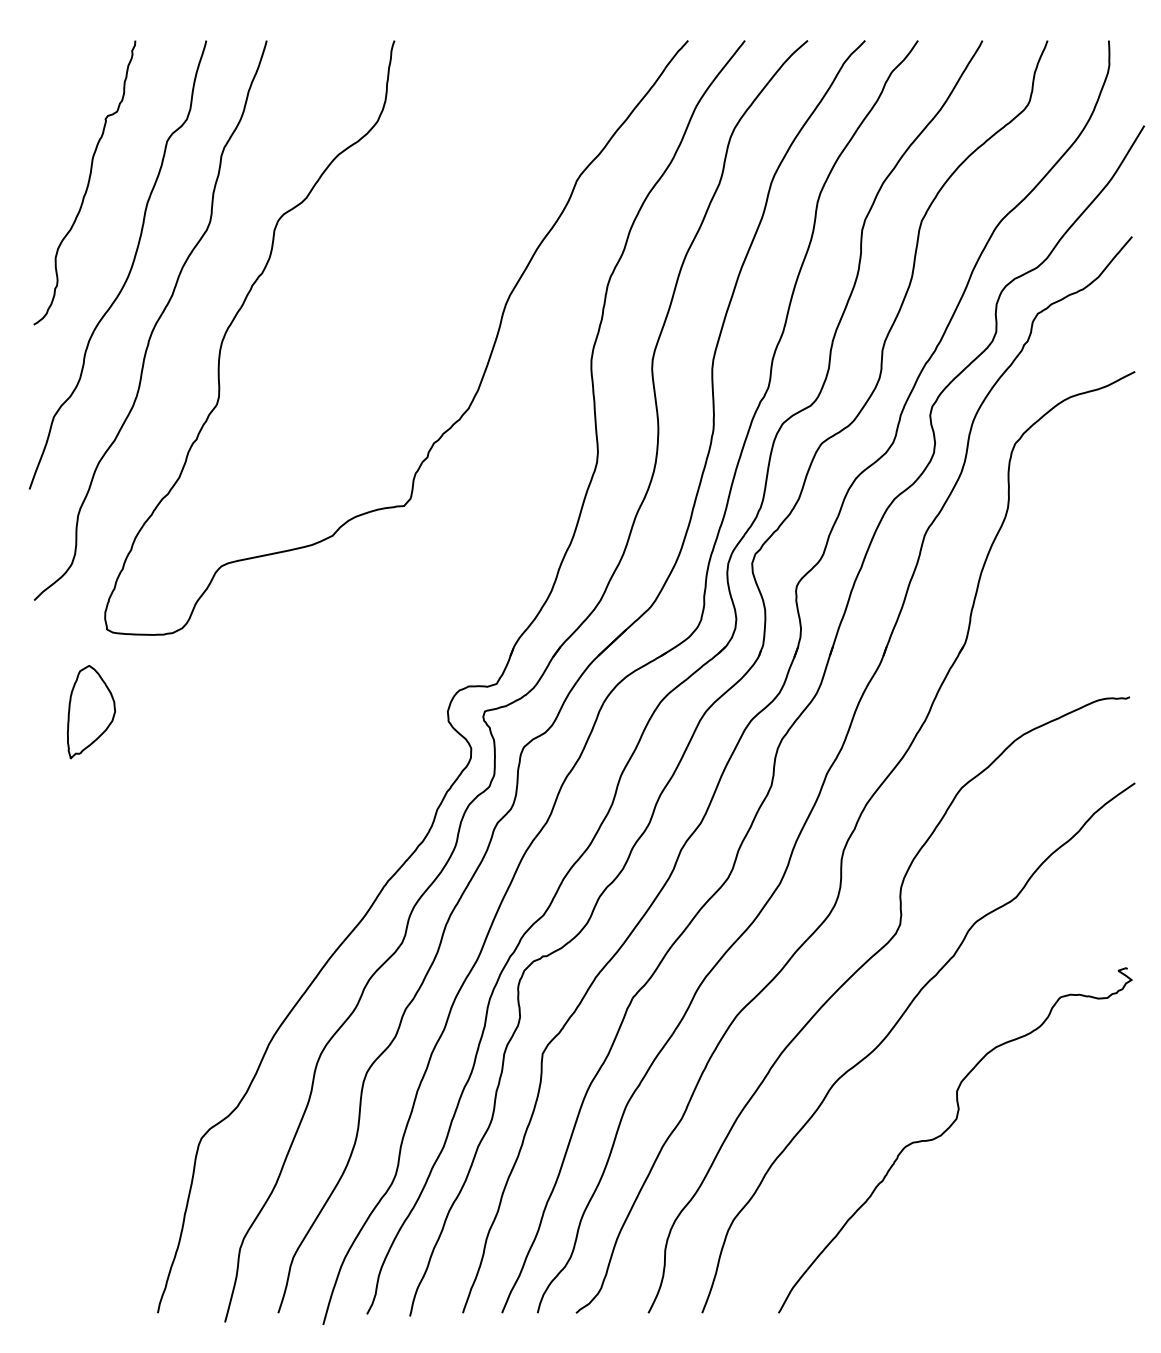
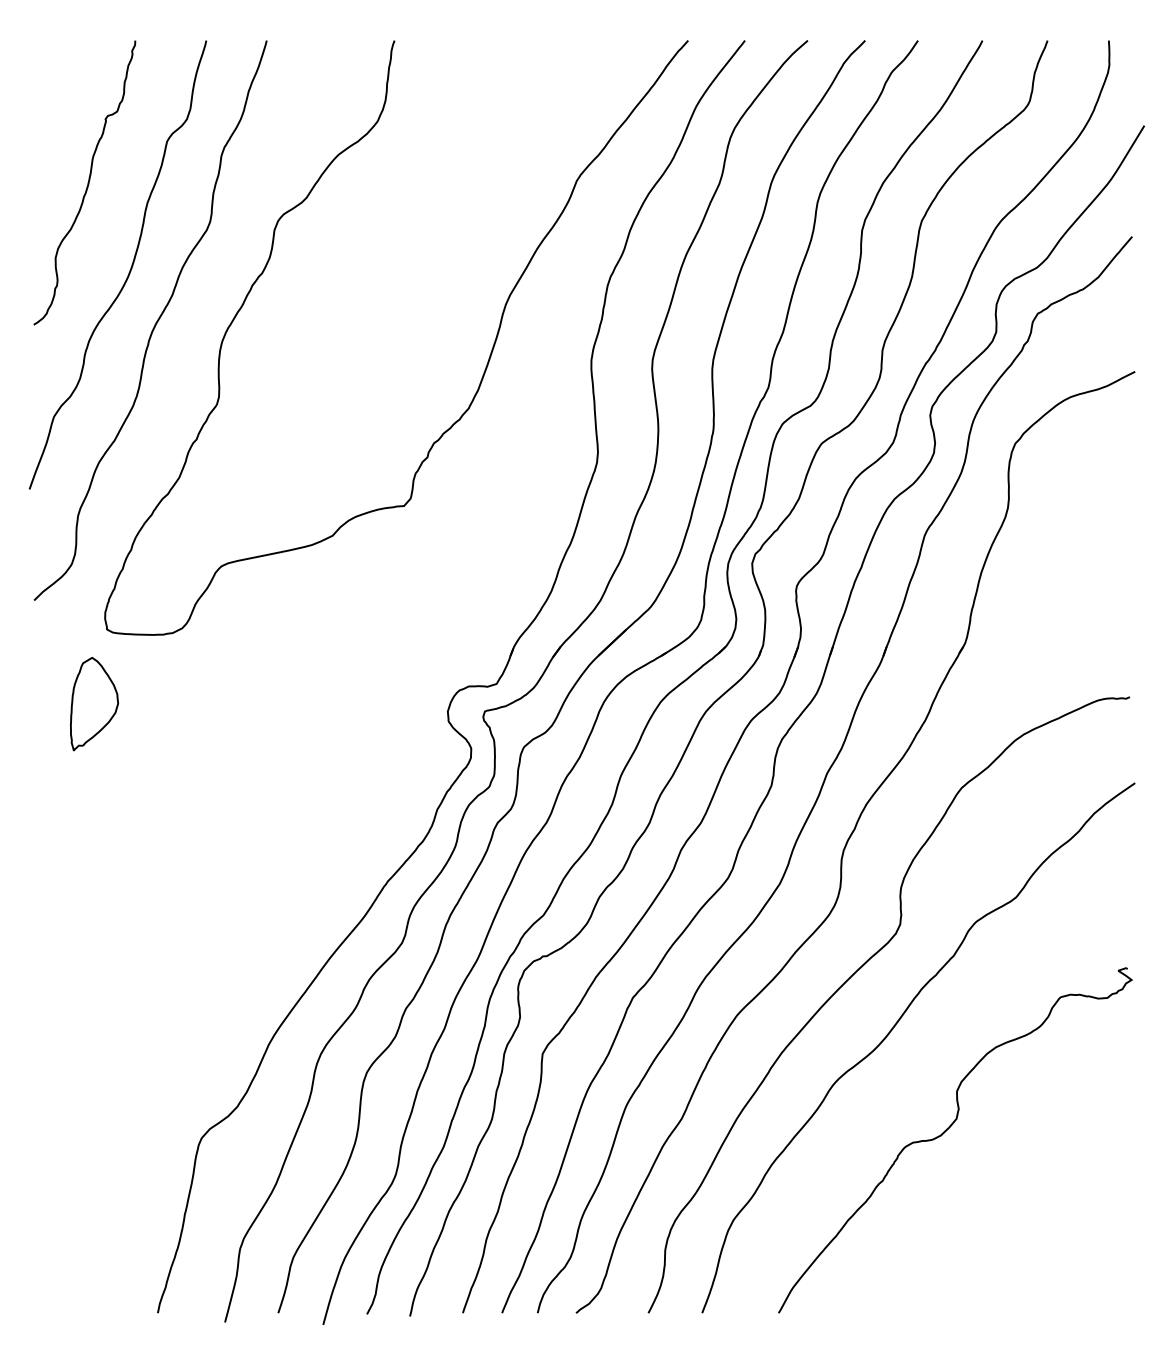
part at (91, 712) position: (91, 712) -> (94, 704)
